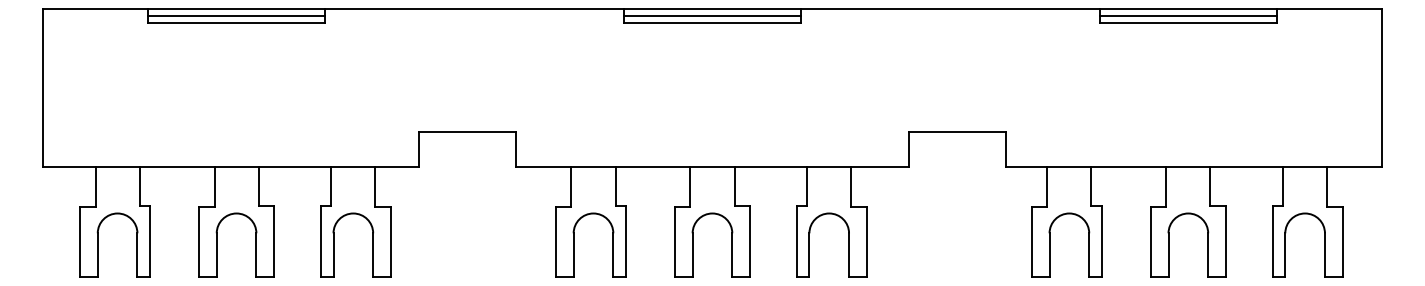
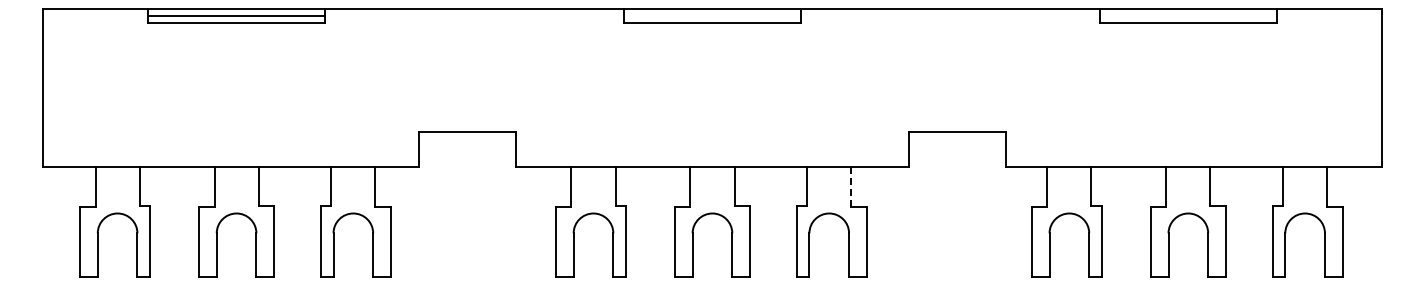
line at (712, 15): present -> none
line at (1188, 15): present -> none
line at (851, 187): solid -> dashed
